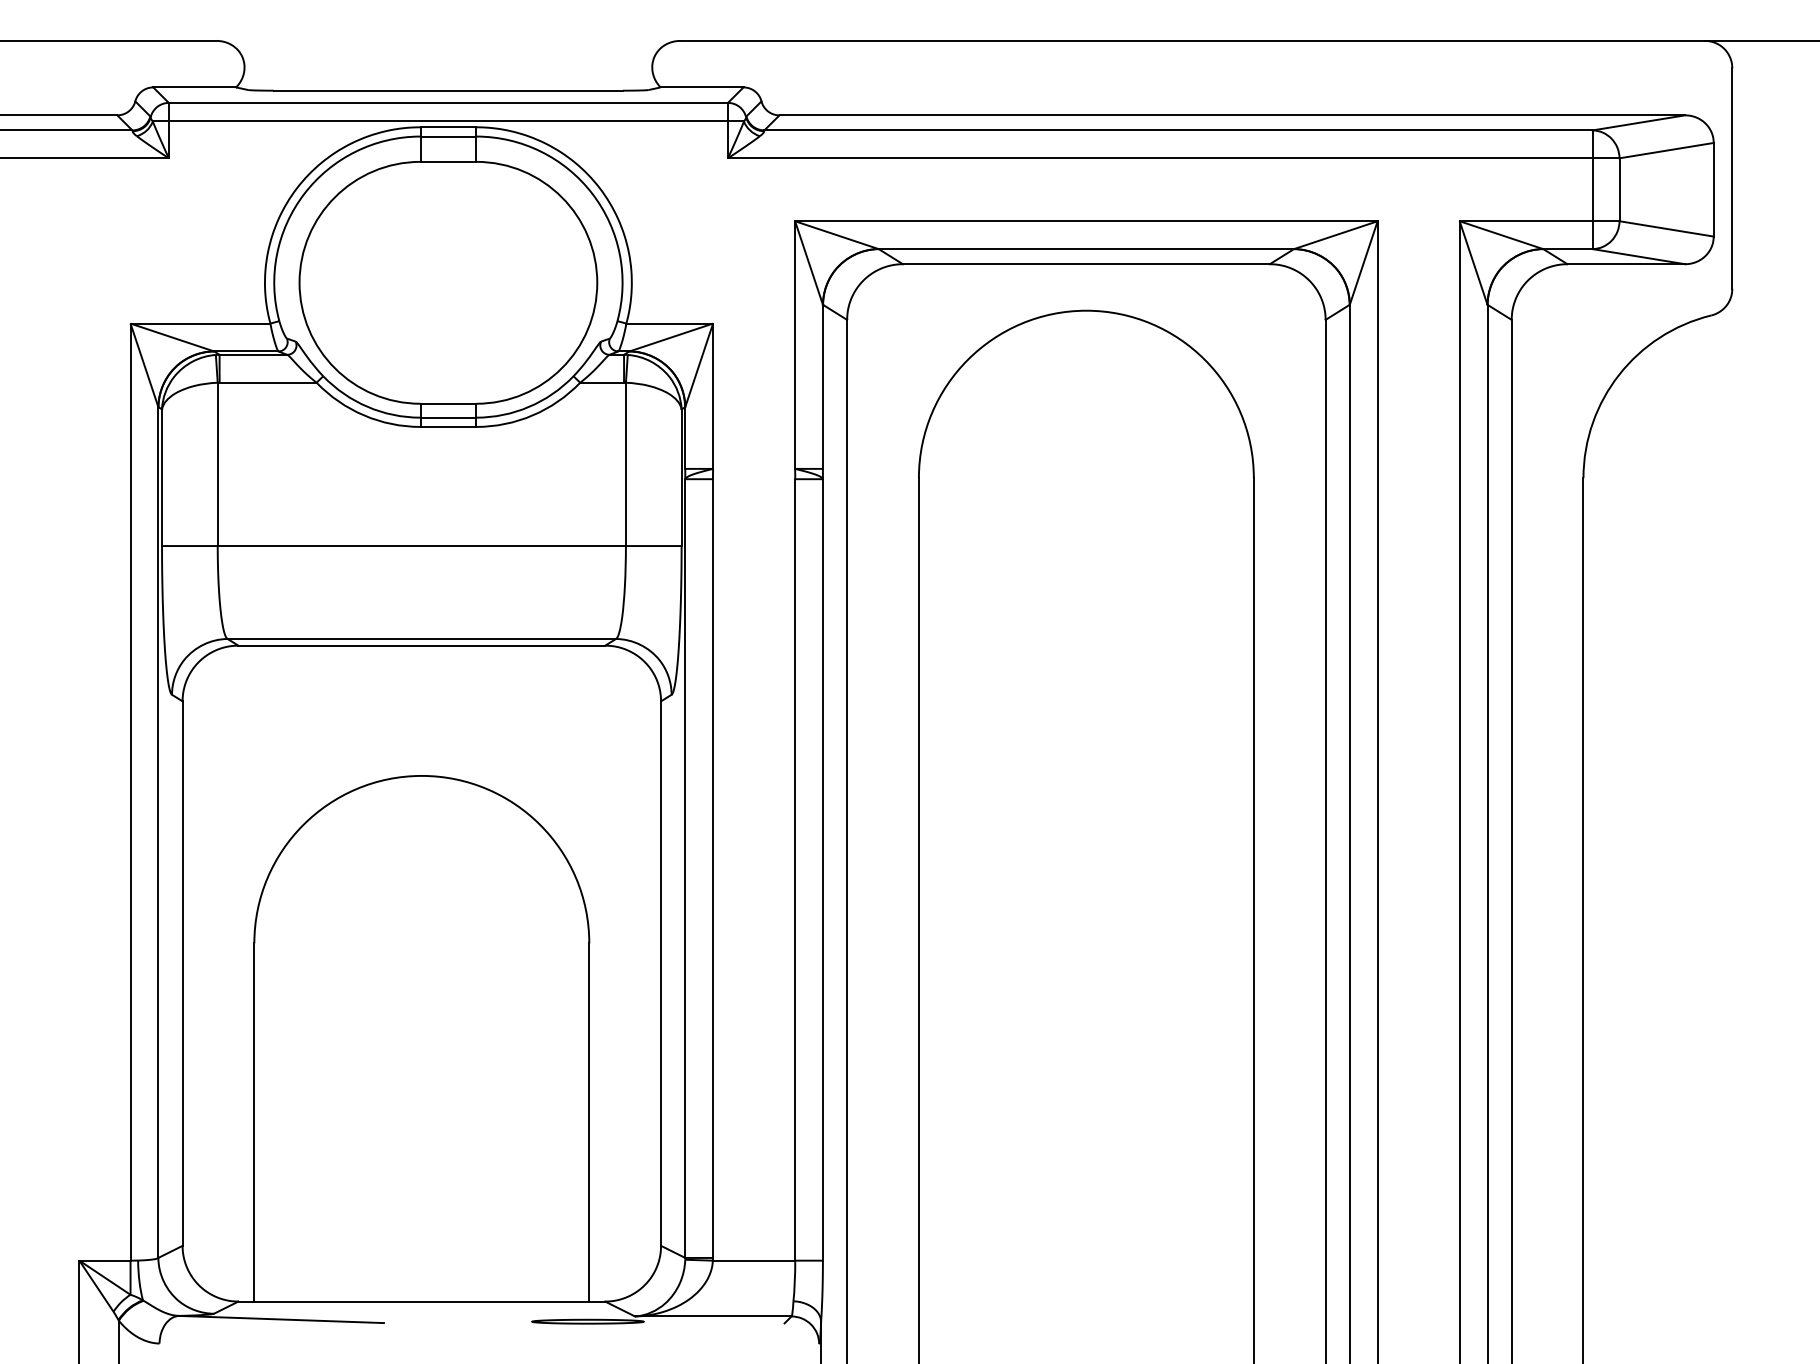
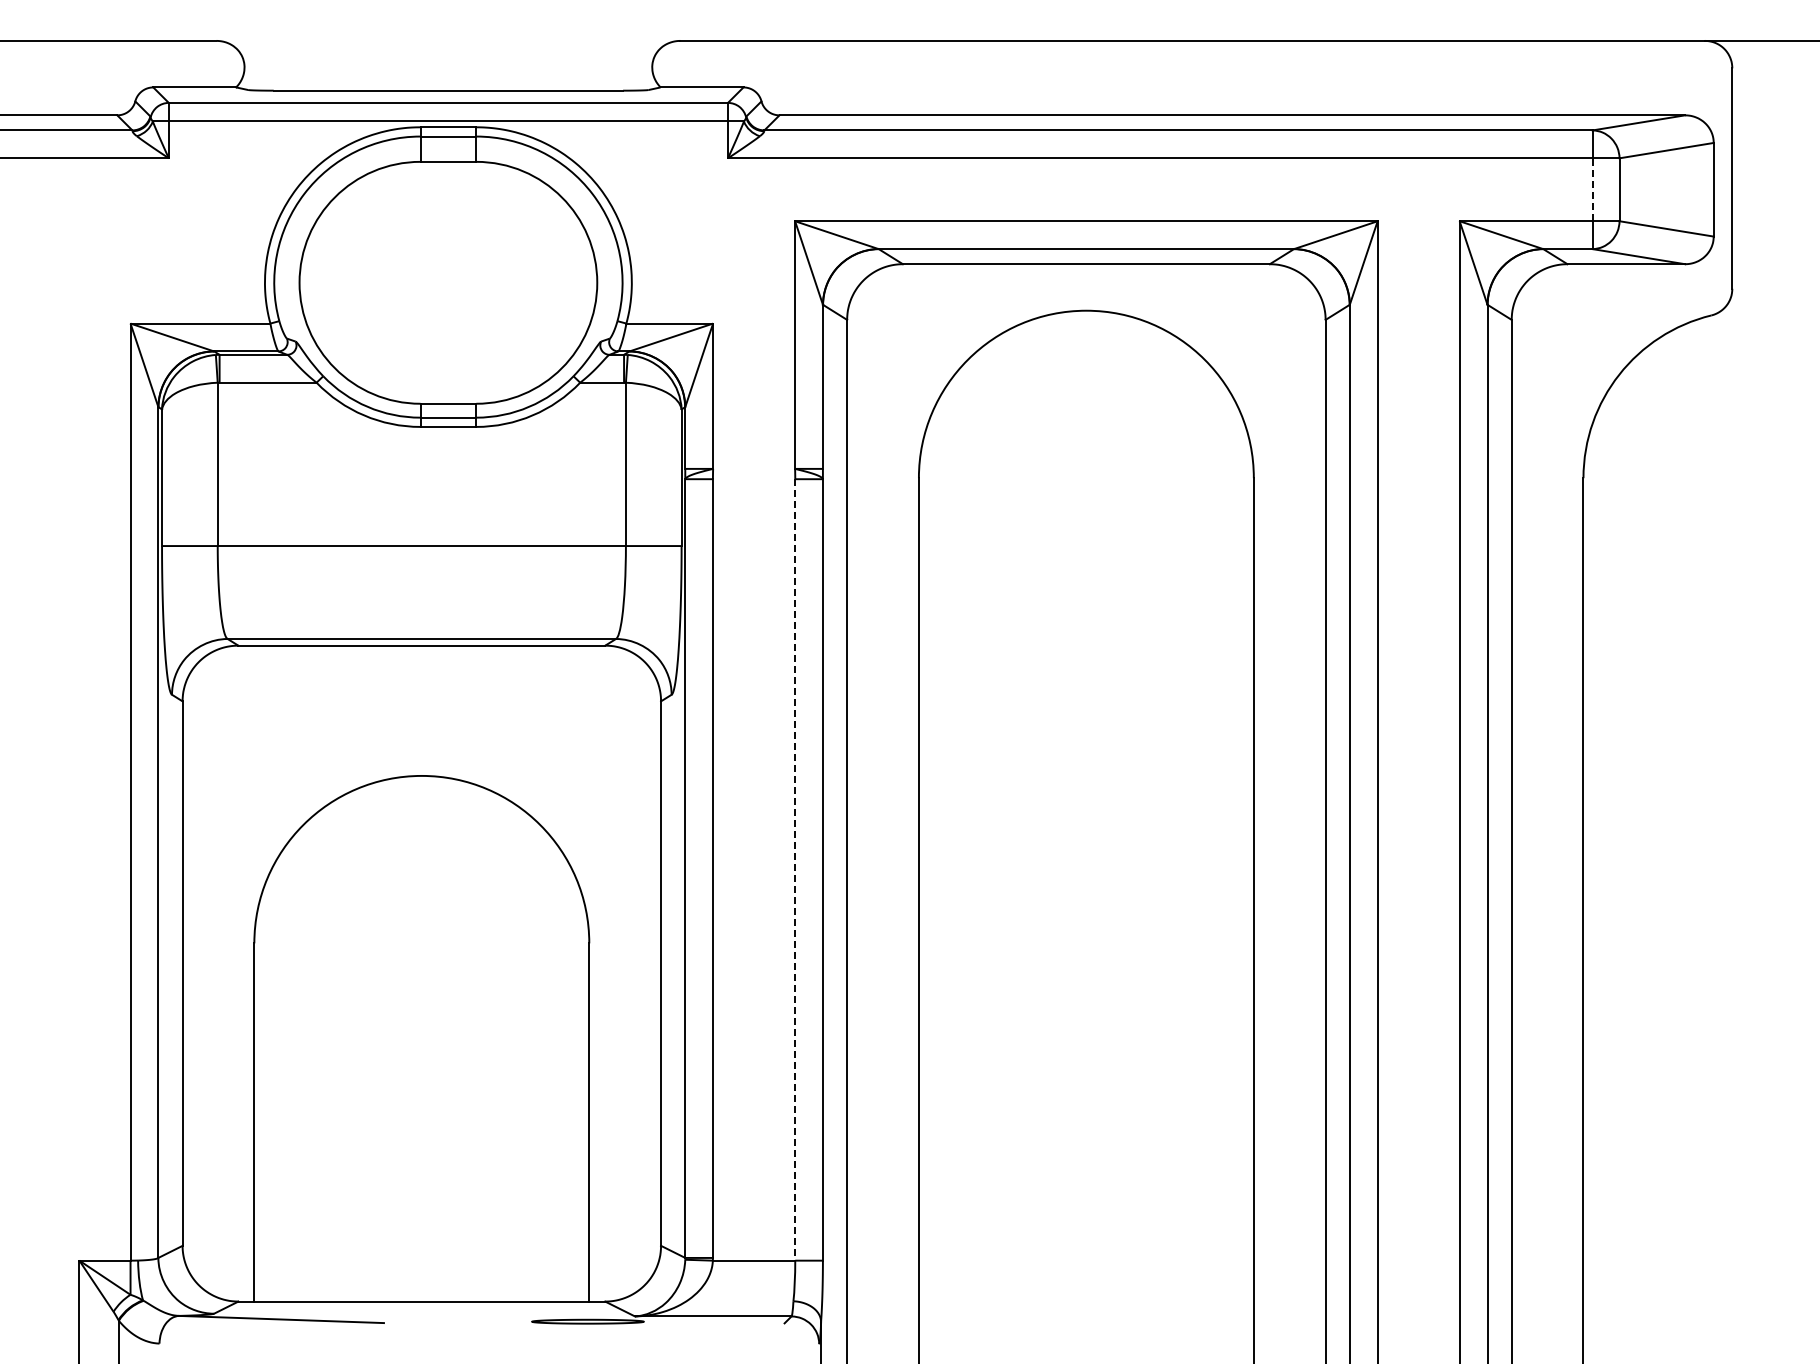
line at (1592, 189): solid -> dashed
line at (795, 869): solid -> dashed
